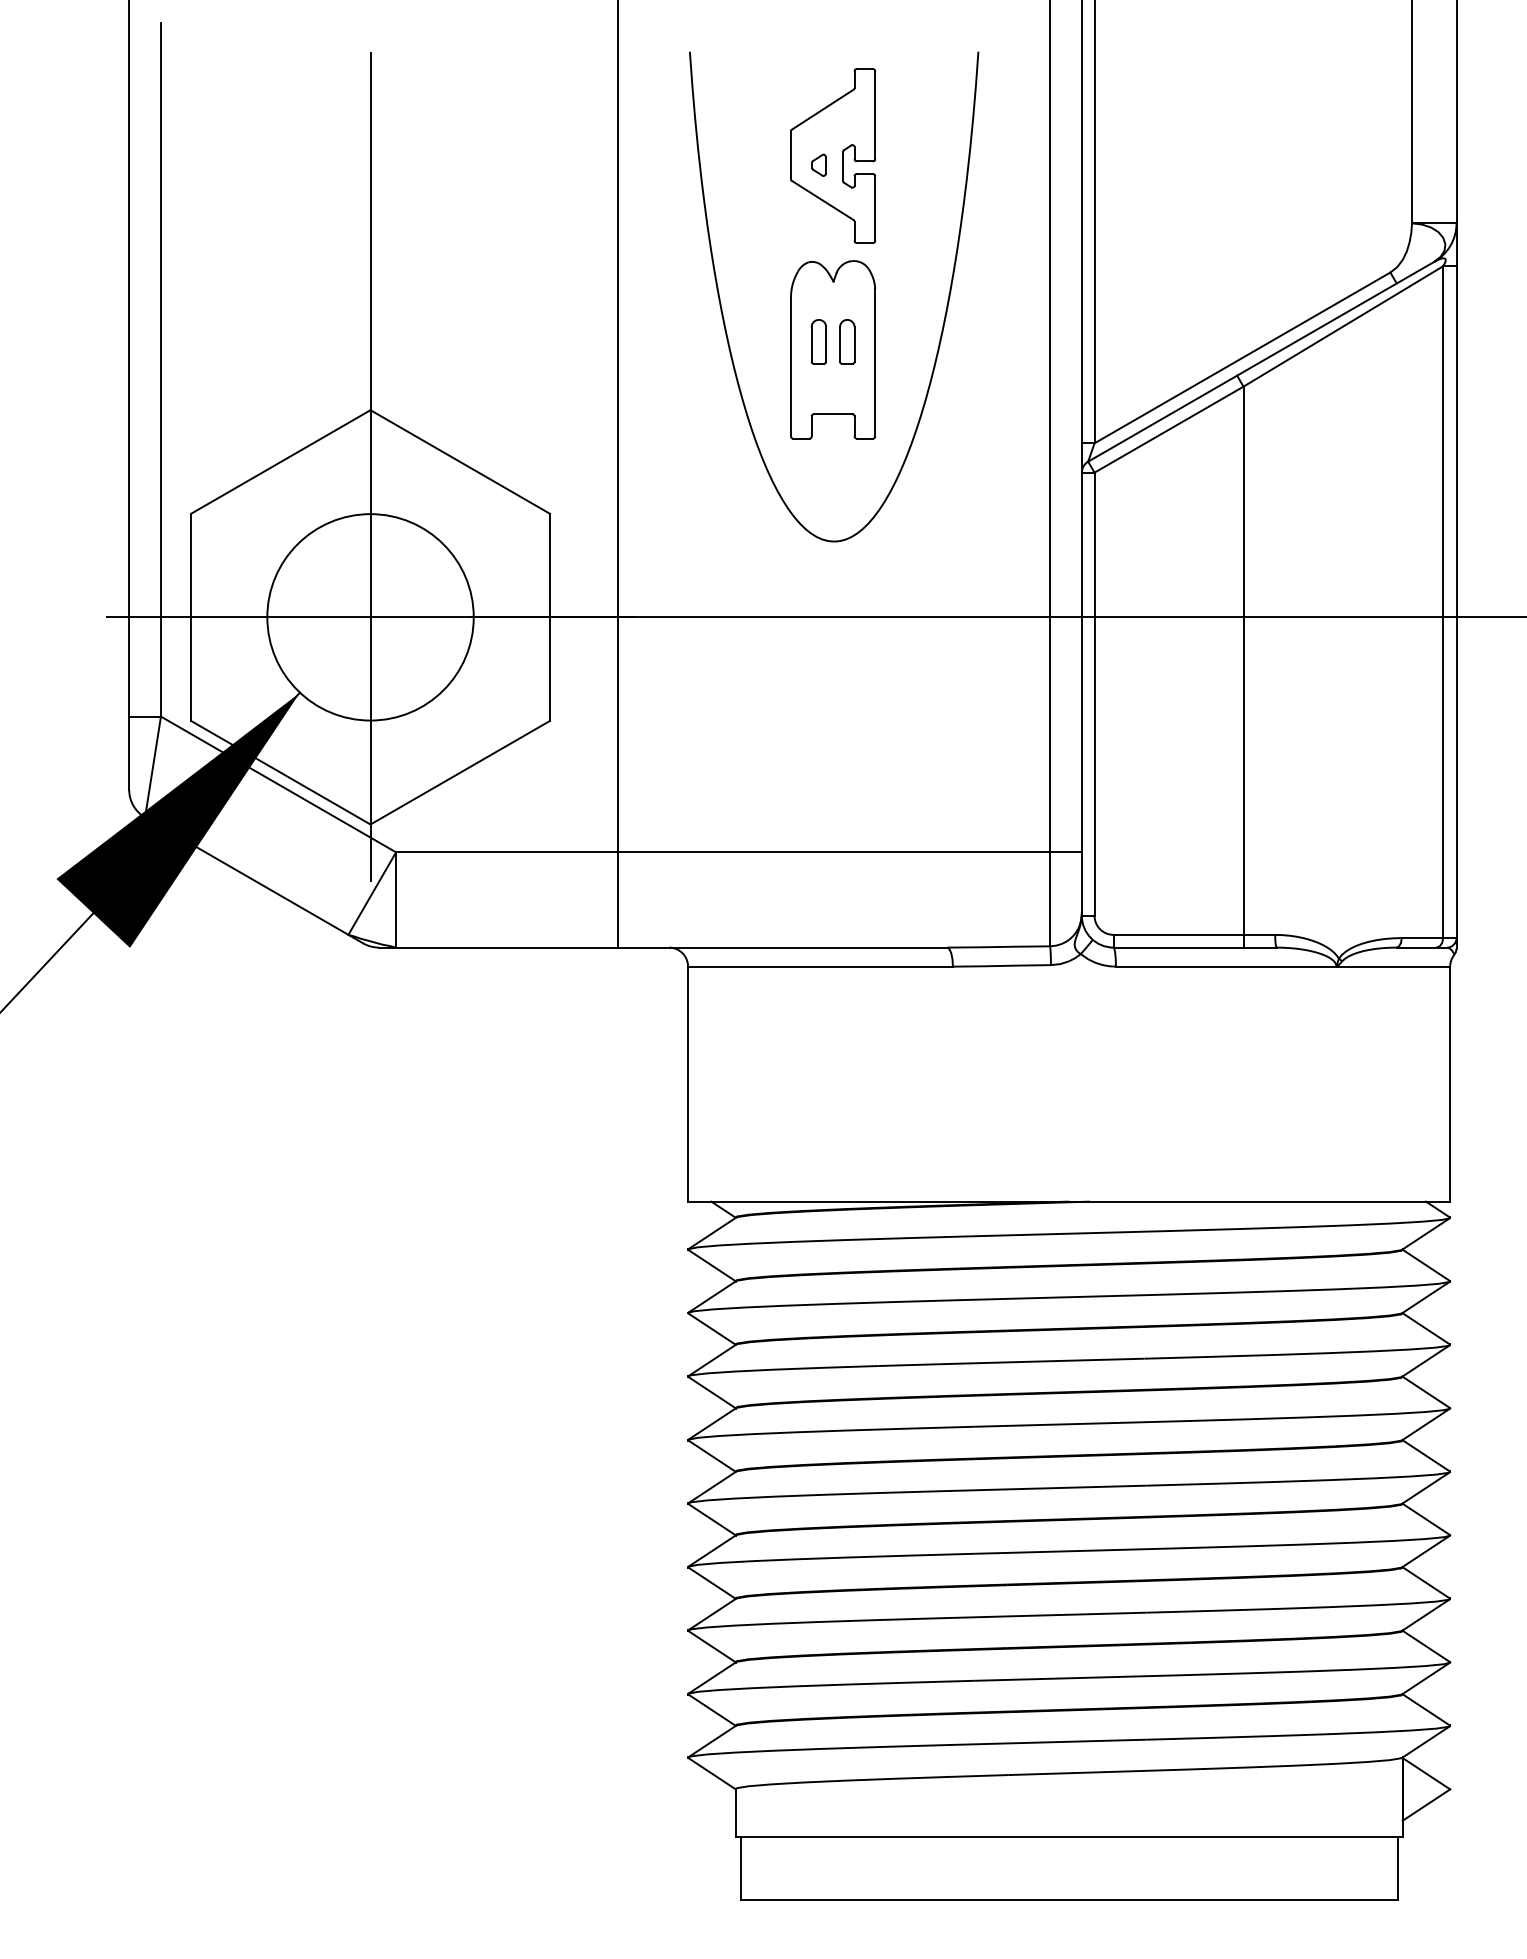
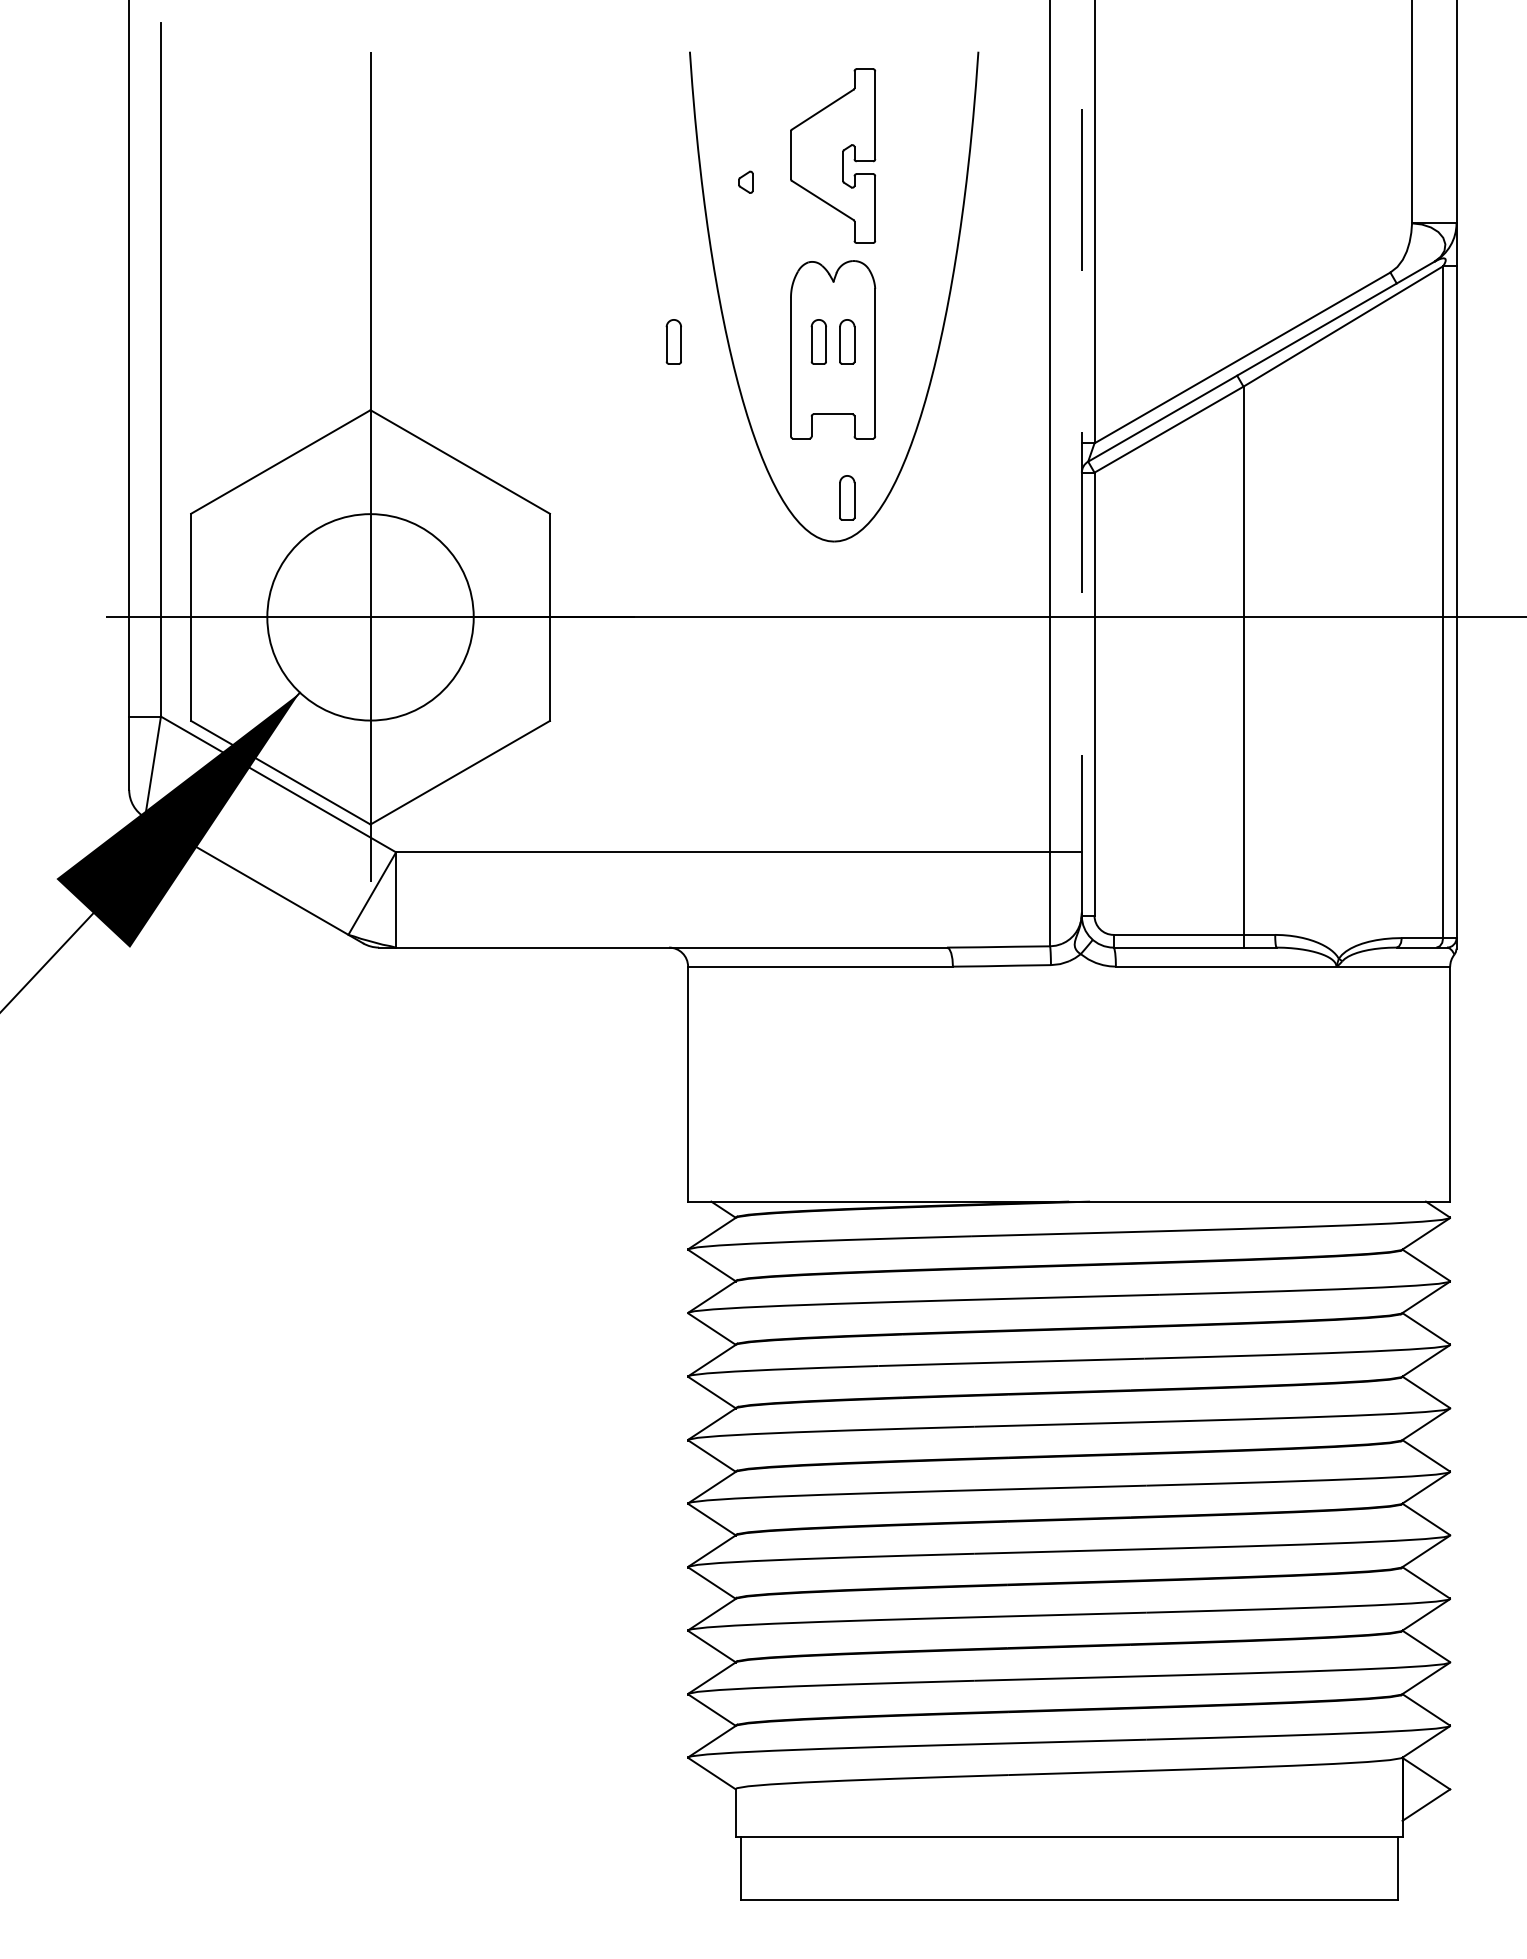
part at (818, 164) position: (818, 164) -> (745, 181)
part at (673, 341): none -> present
line at (1081, 457): solid -> dashed
line at (618, 474): present -> none
part at (847, 497): none -> present
